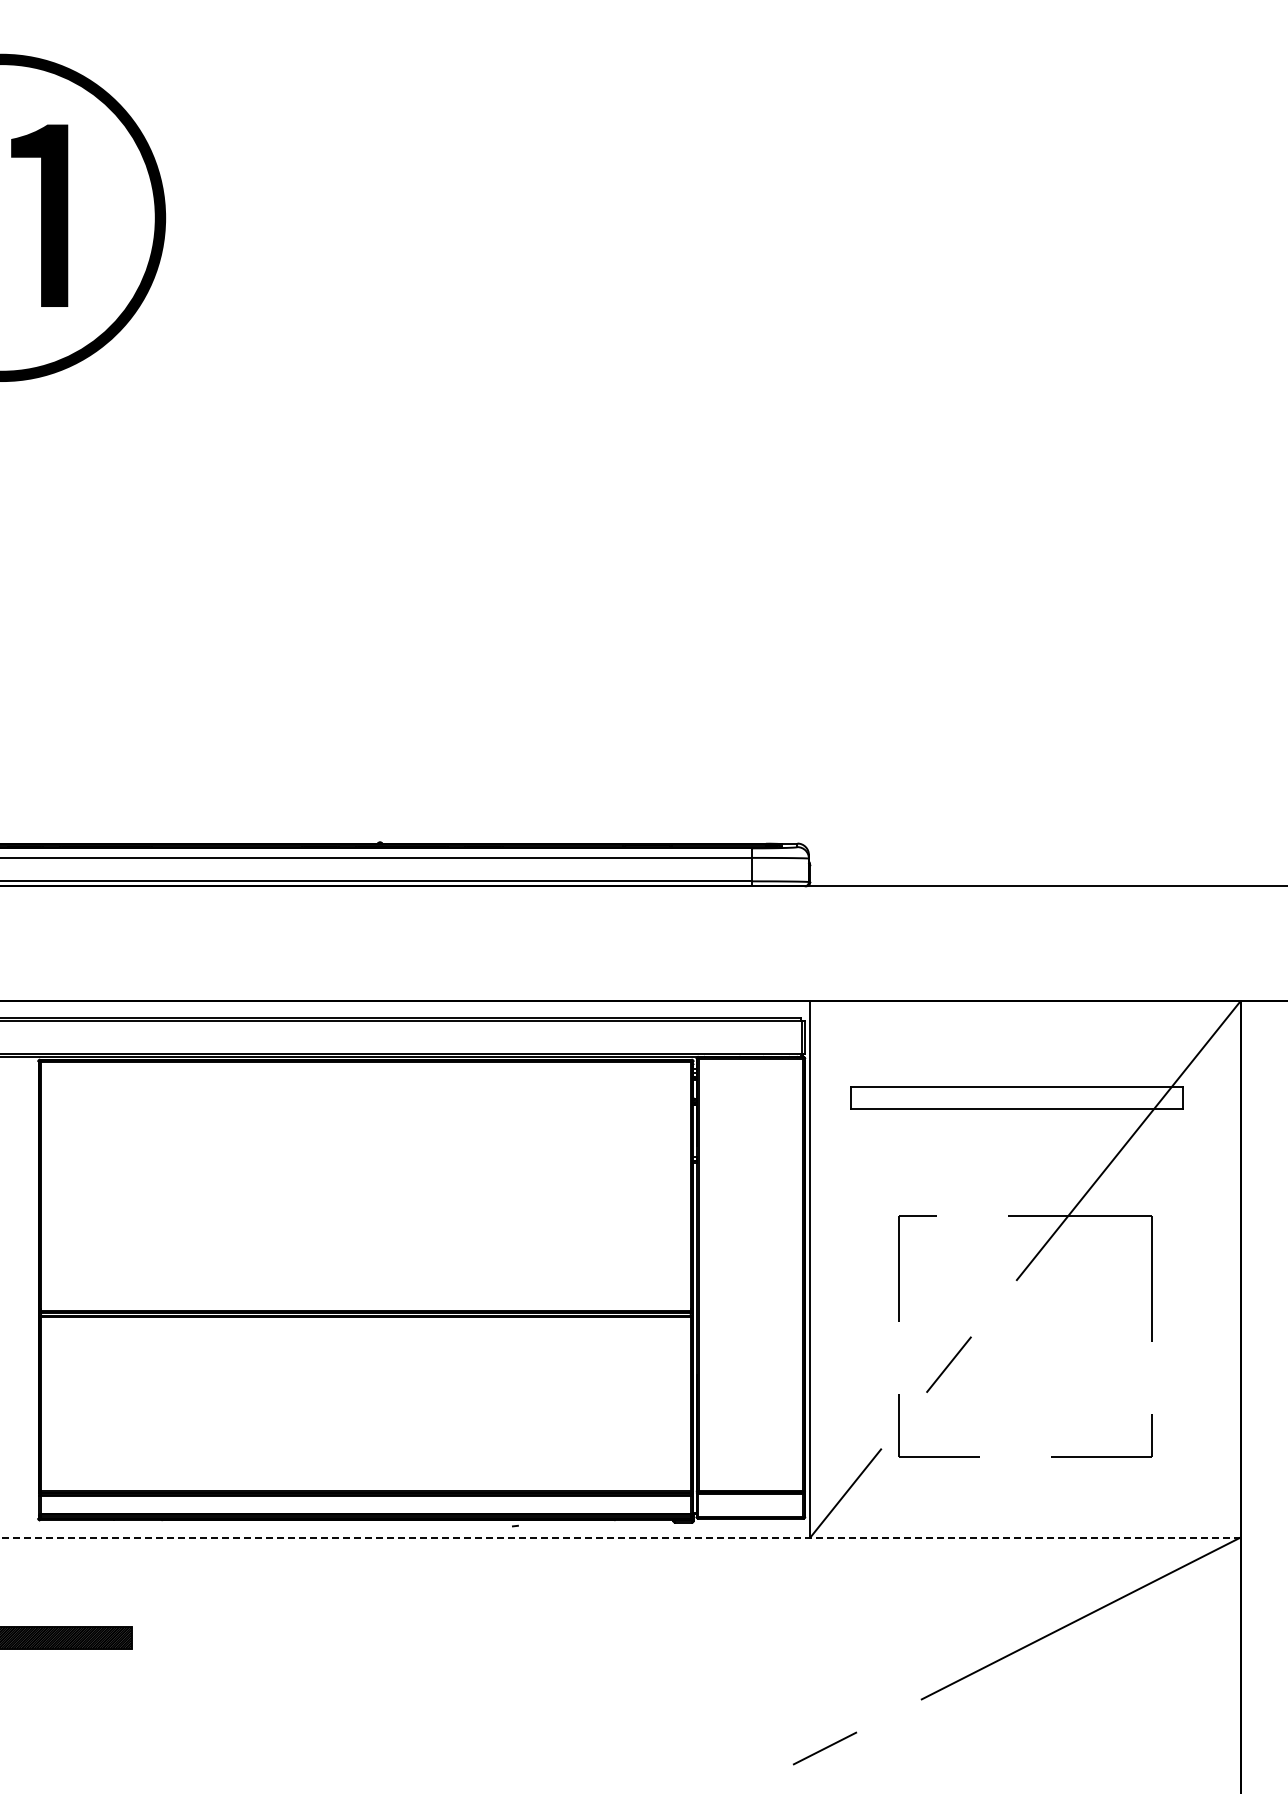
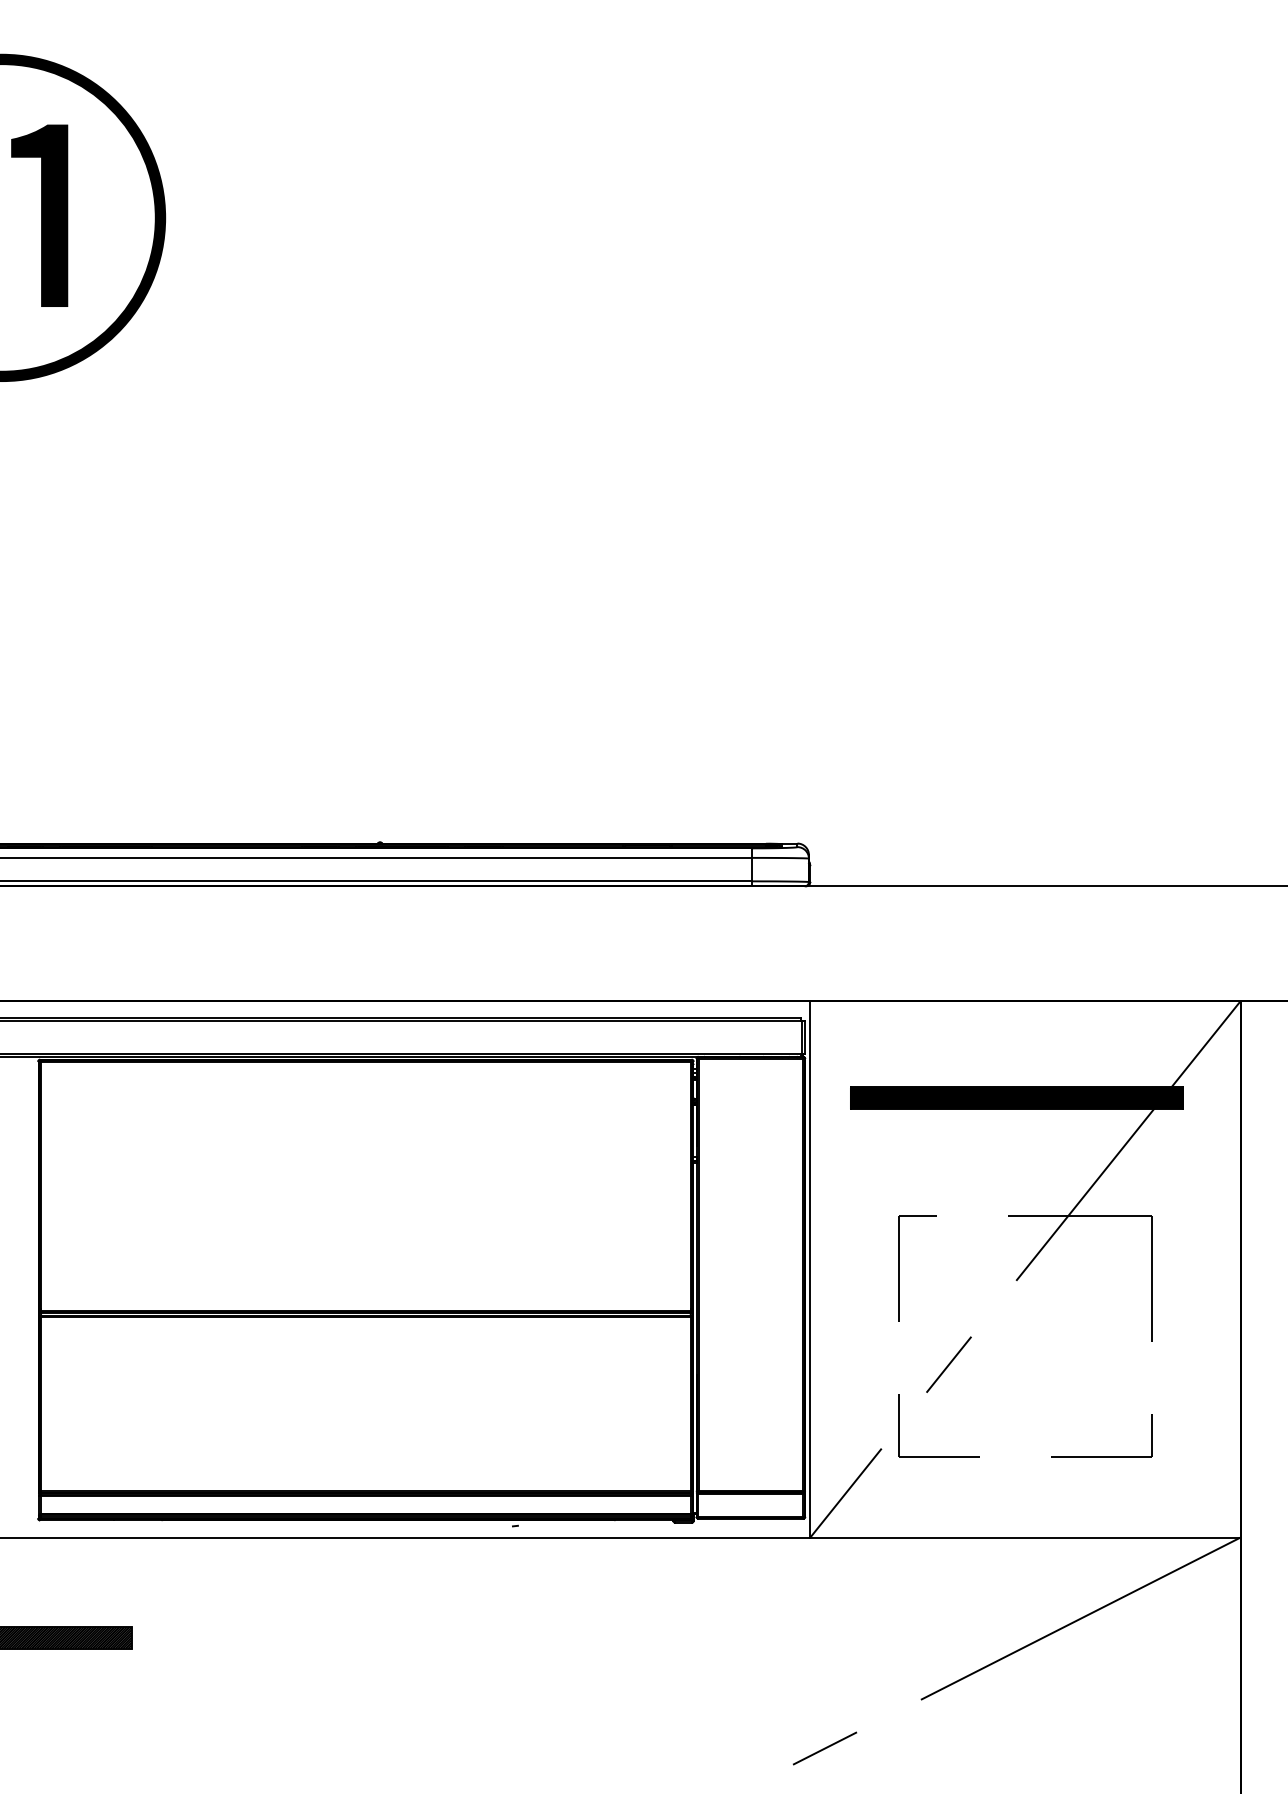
hatch at (1016, 1097): none -> present
line at (620, 1537): dashed -> solid
